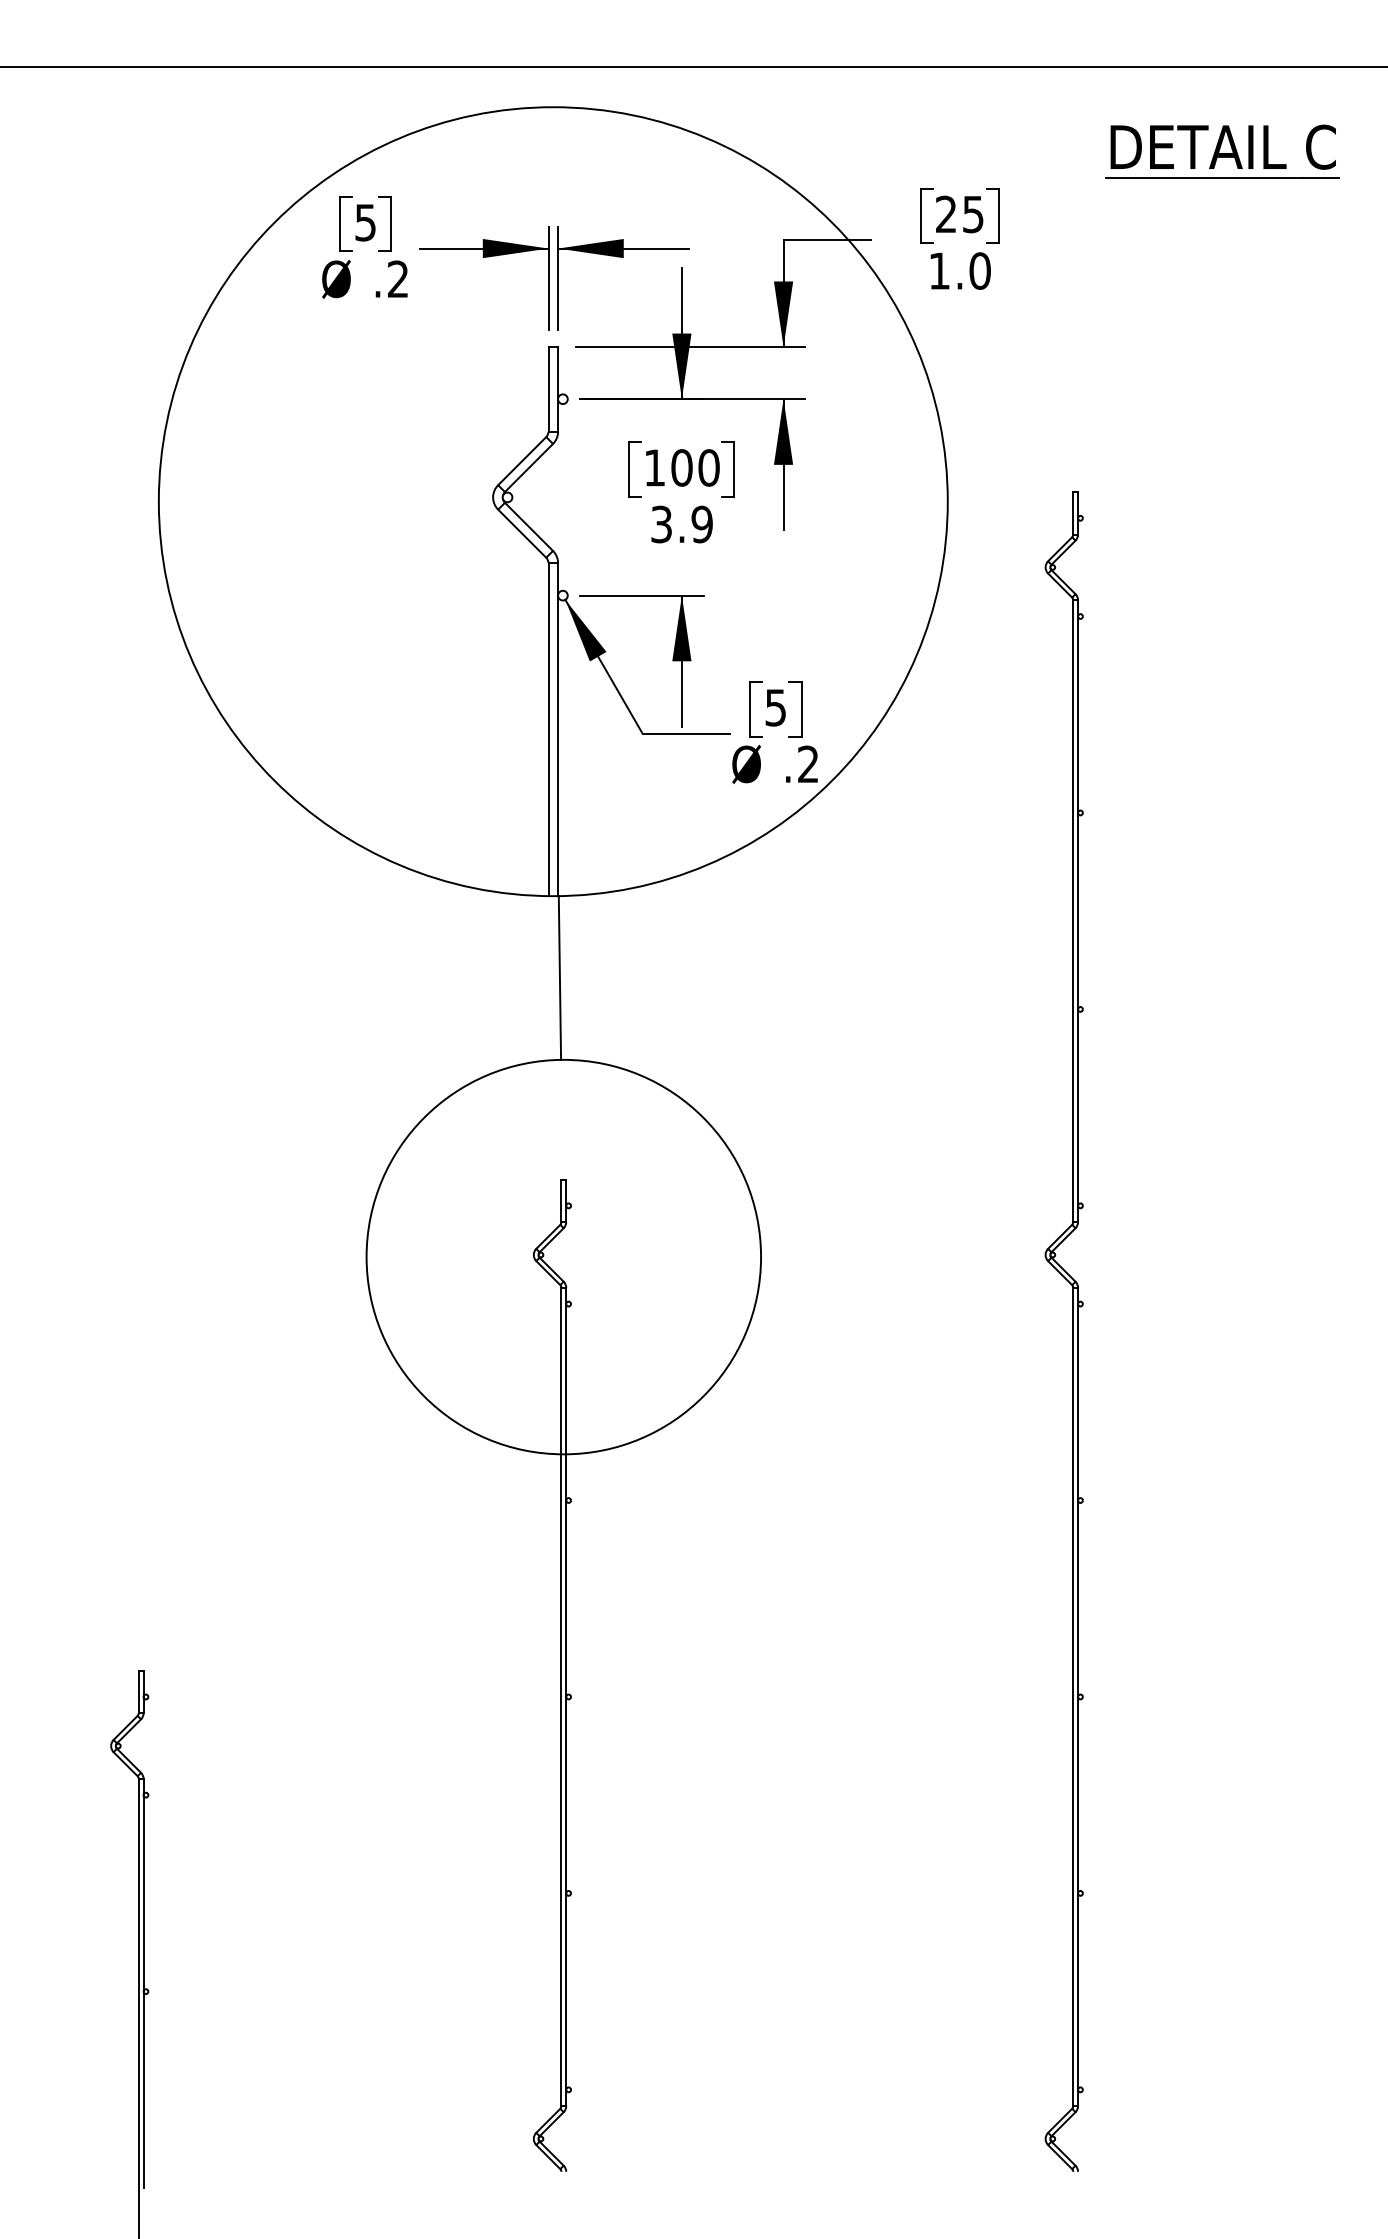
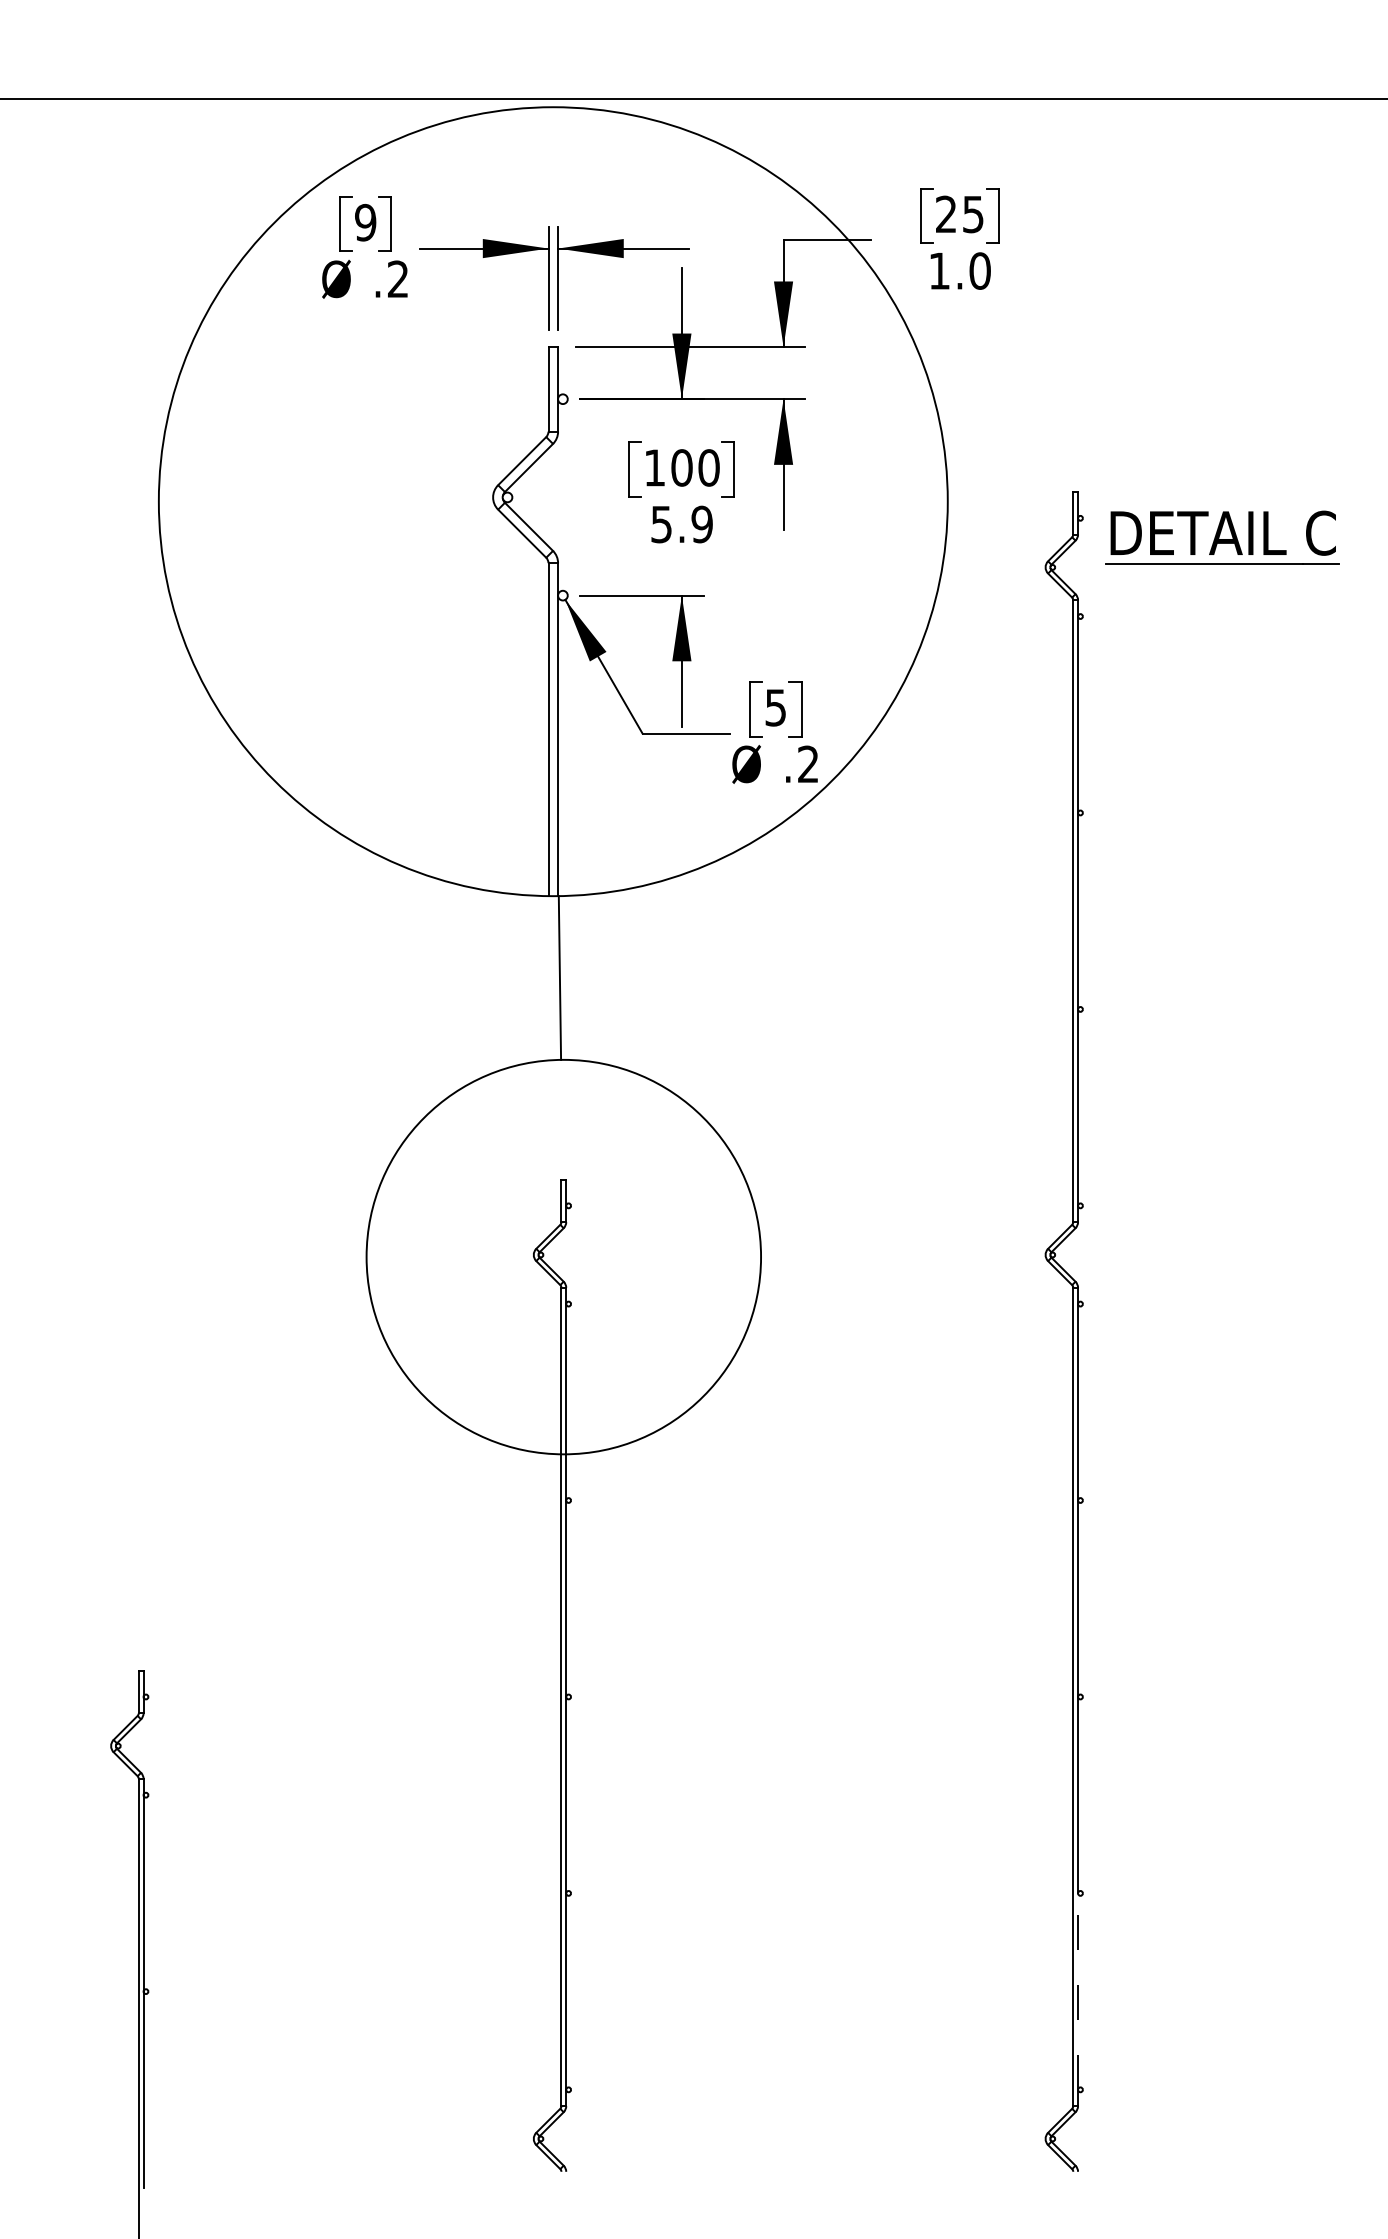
line at (693, 67) position: (693, 67) -> (693, 99)
part at (1222, 151) position: (1222, 151) -> (1222, 537)
text at (365, 222): 5 -> 9
text at (661, 523): 3.9 -> 5.9
line at (1078, 1991): solid -> dashed
